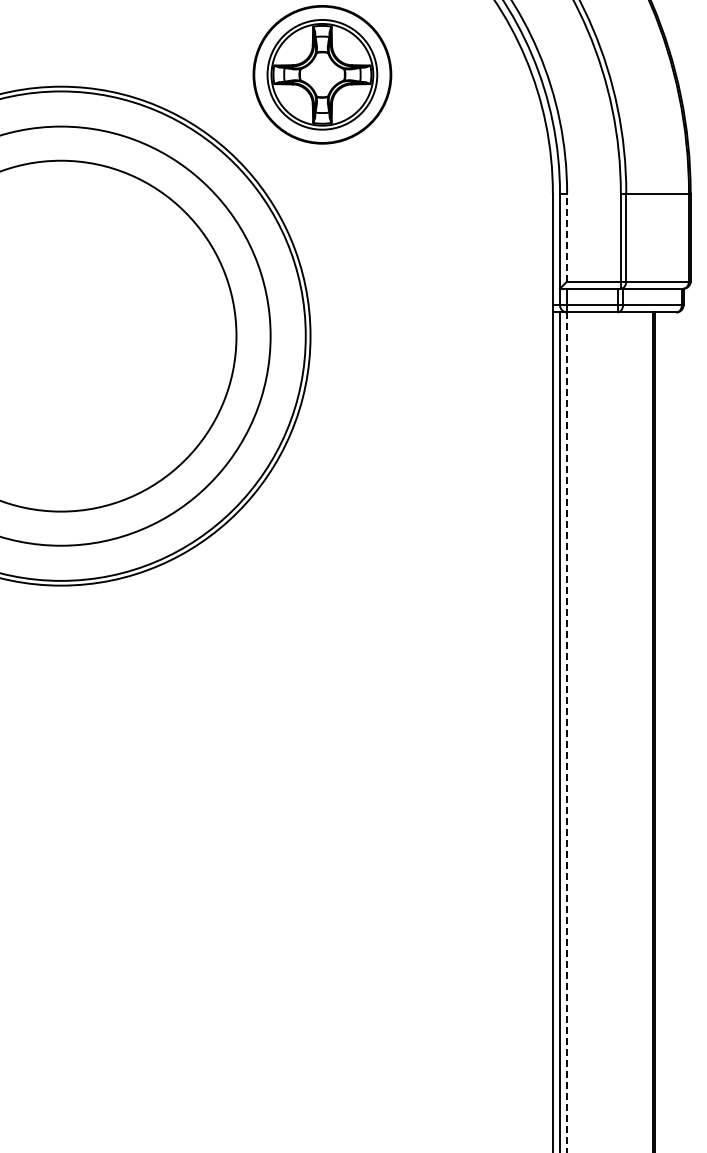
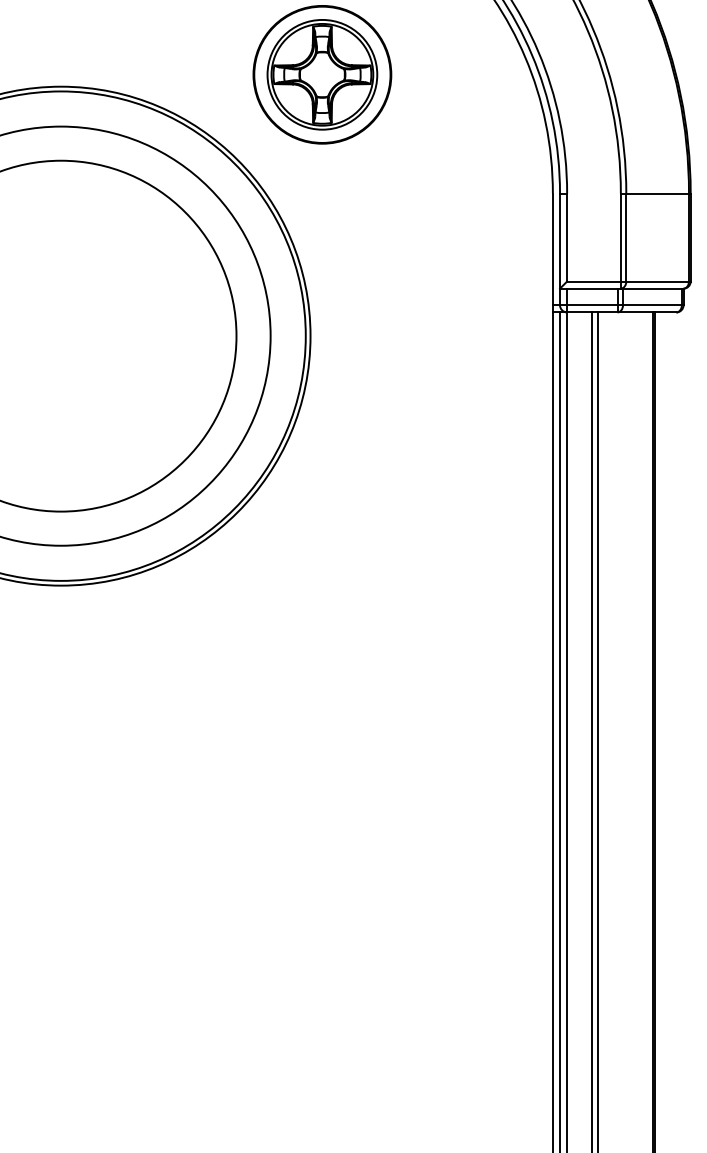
line at (567, 237): dashed -> solid
line at (592, 730): none -> present
line at (597, 730): none -> present
line at (567, 732): dashed -> solid
